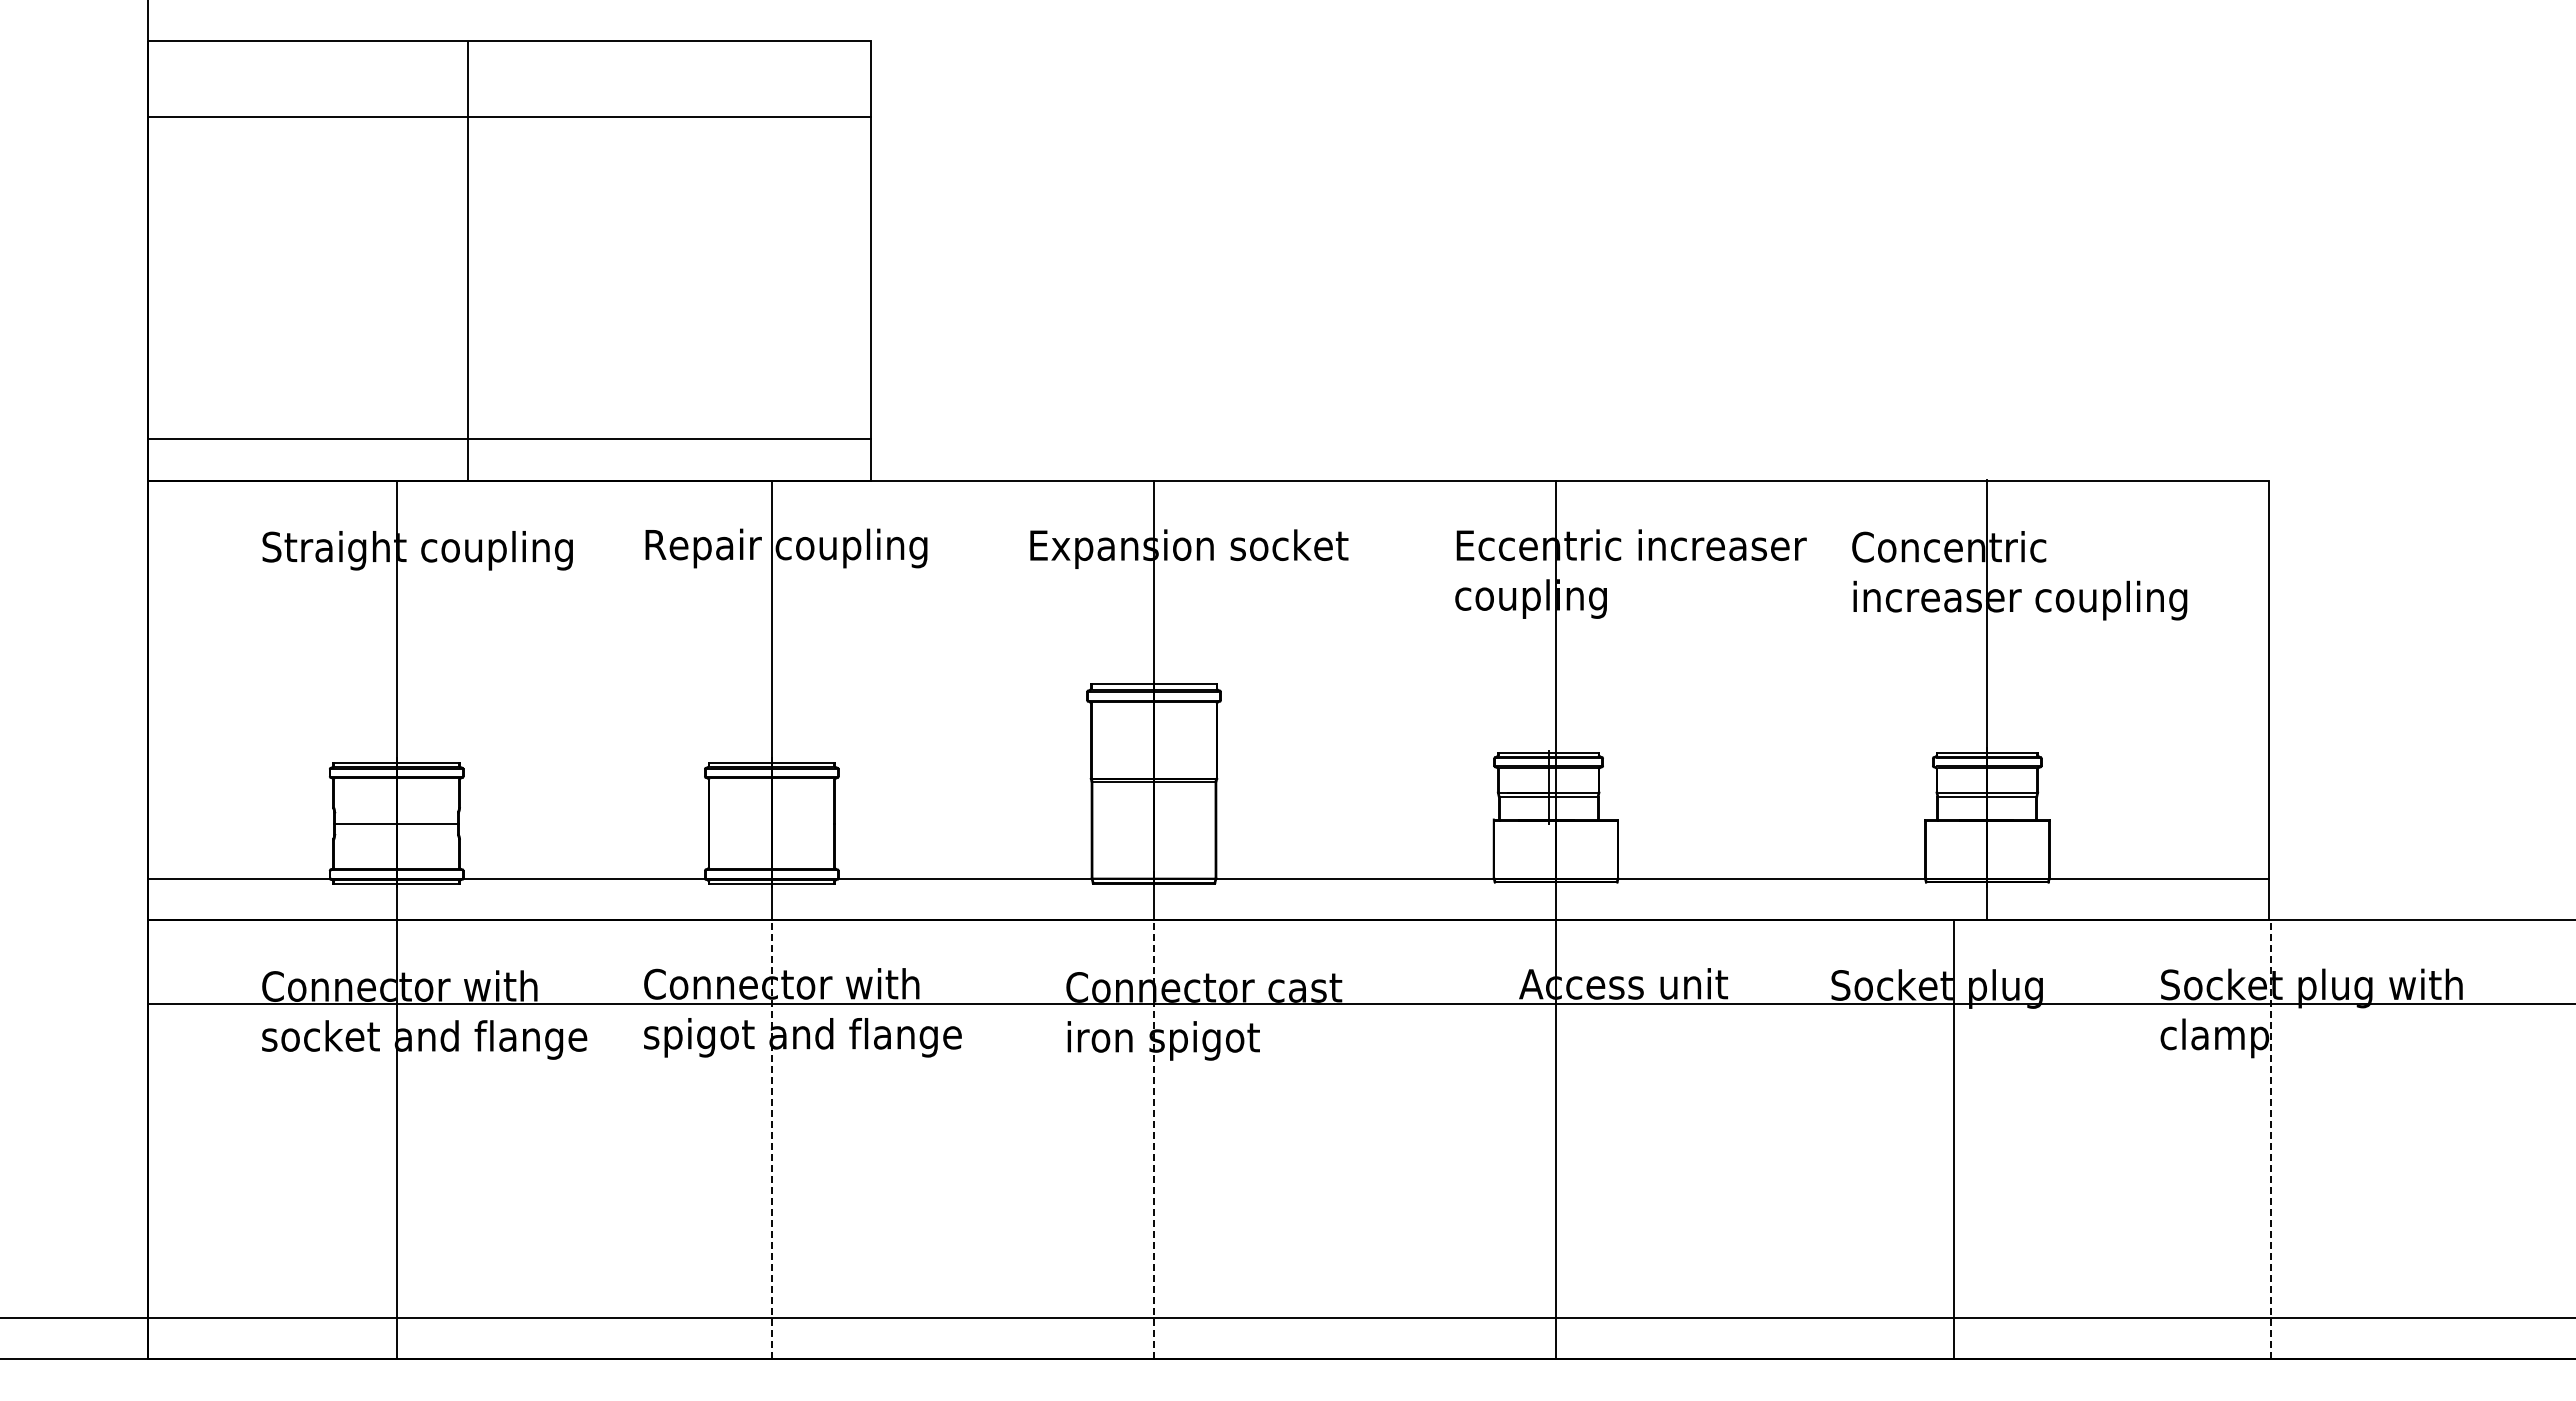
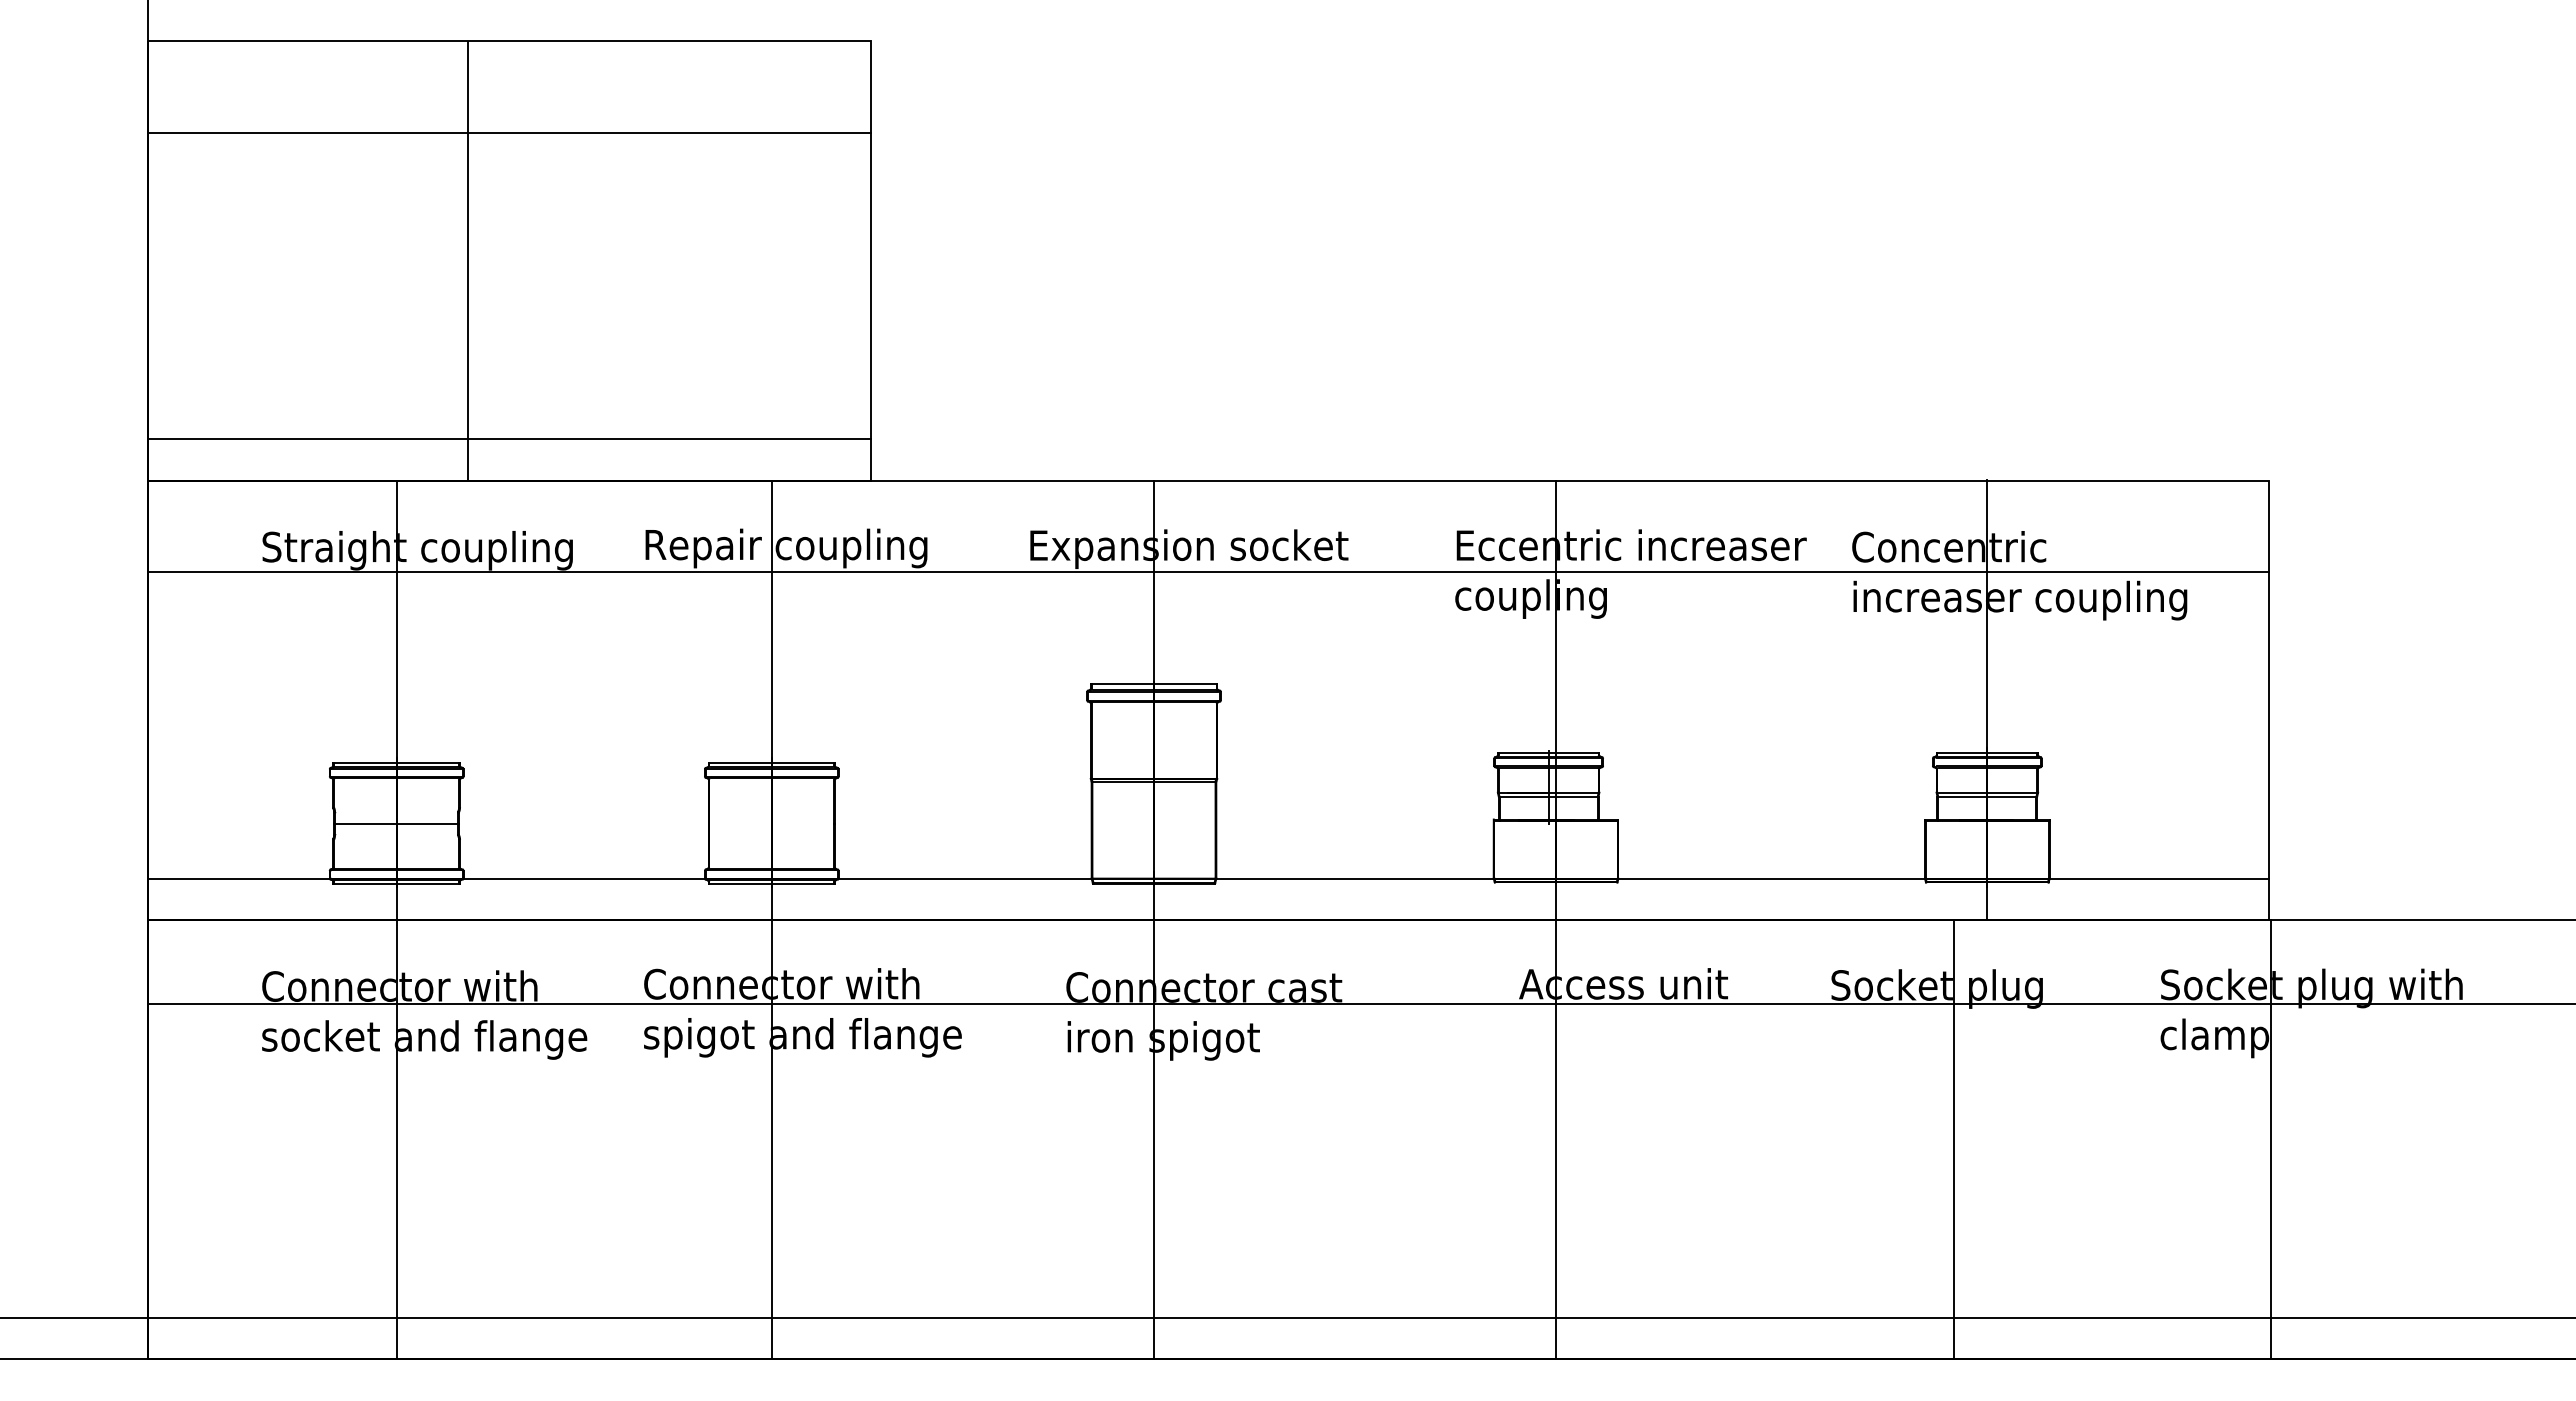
line at (509, 116) position: (509, 116) -> (509, 132)
line at (1208, 572): none -> present
line at (771, 1139): dashed -> solid
line at (1154, 1139): dashed -> solid
line at (2271, 1139): dashed -> solid
